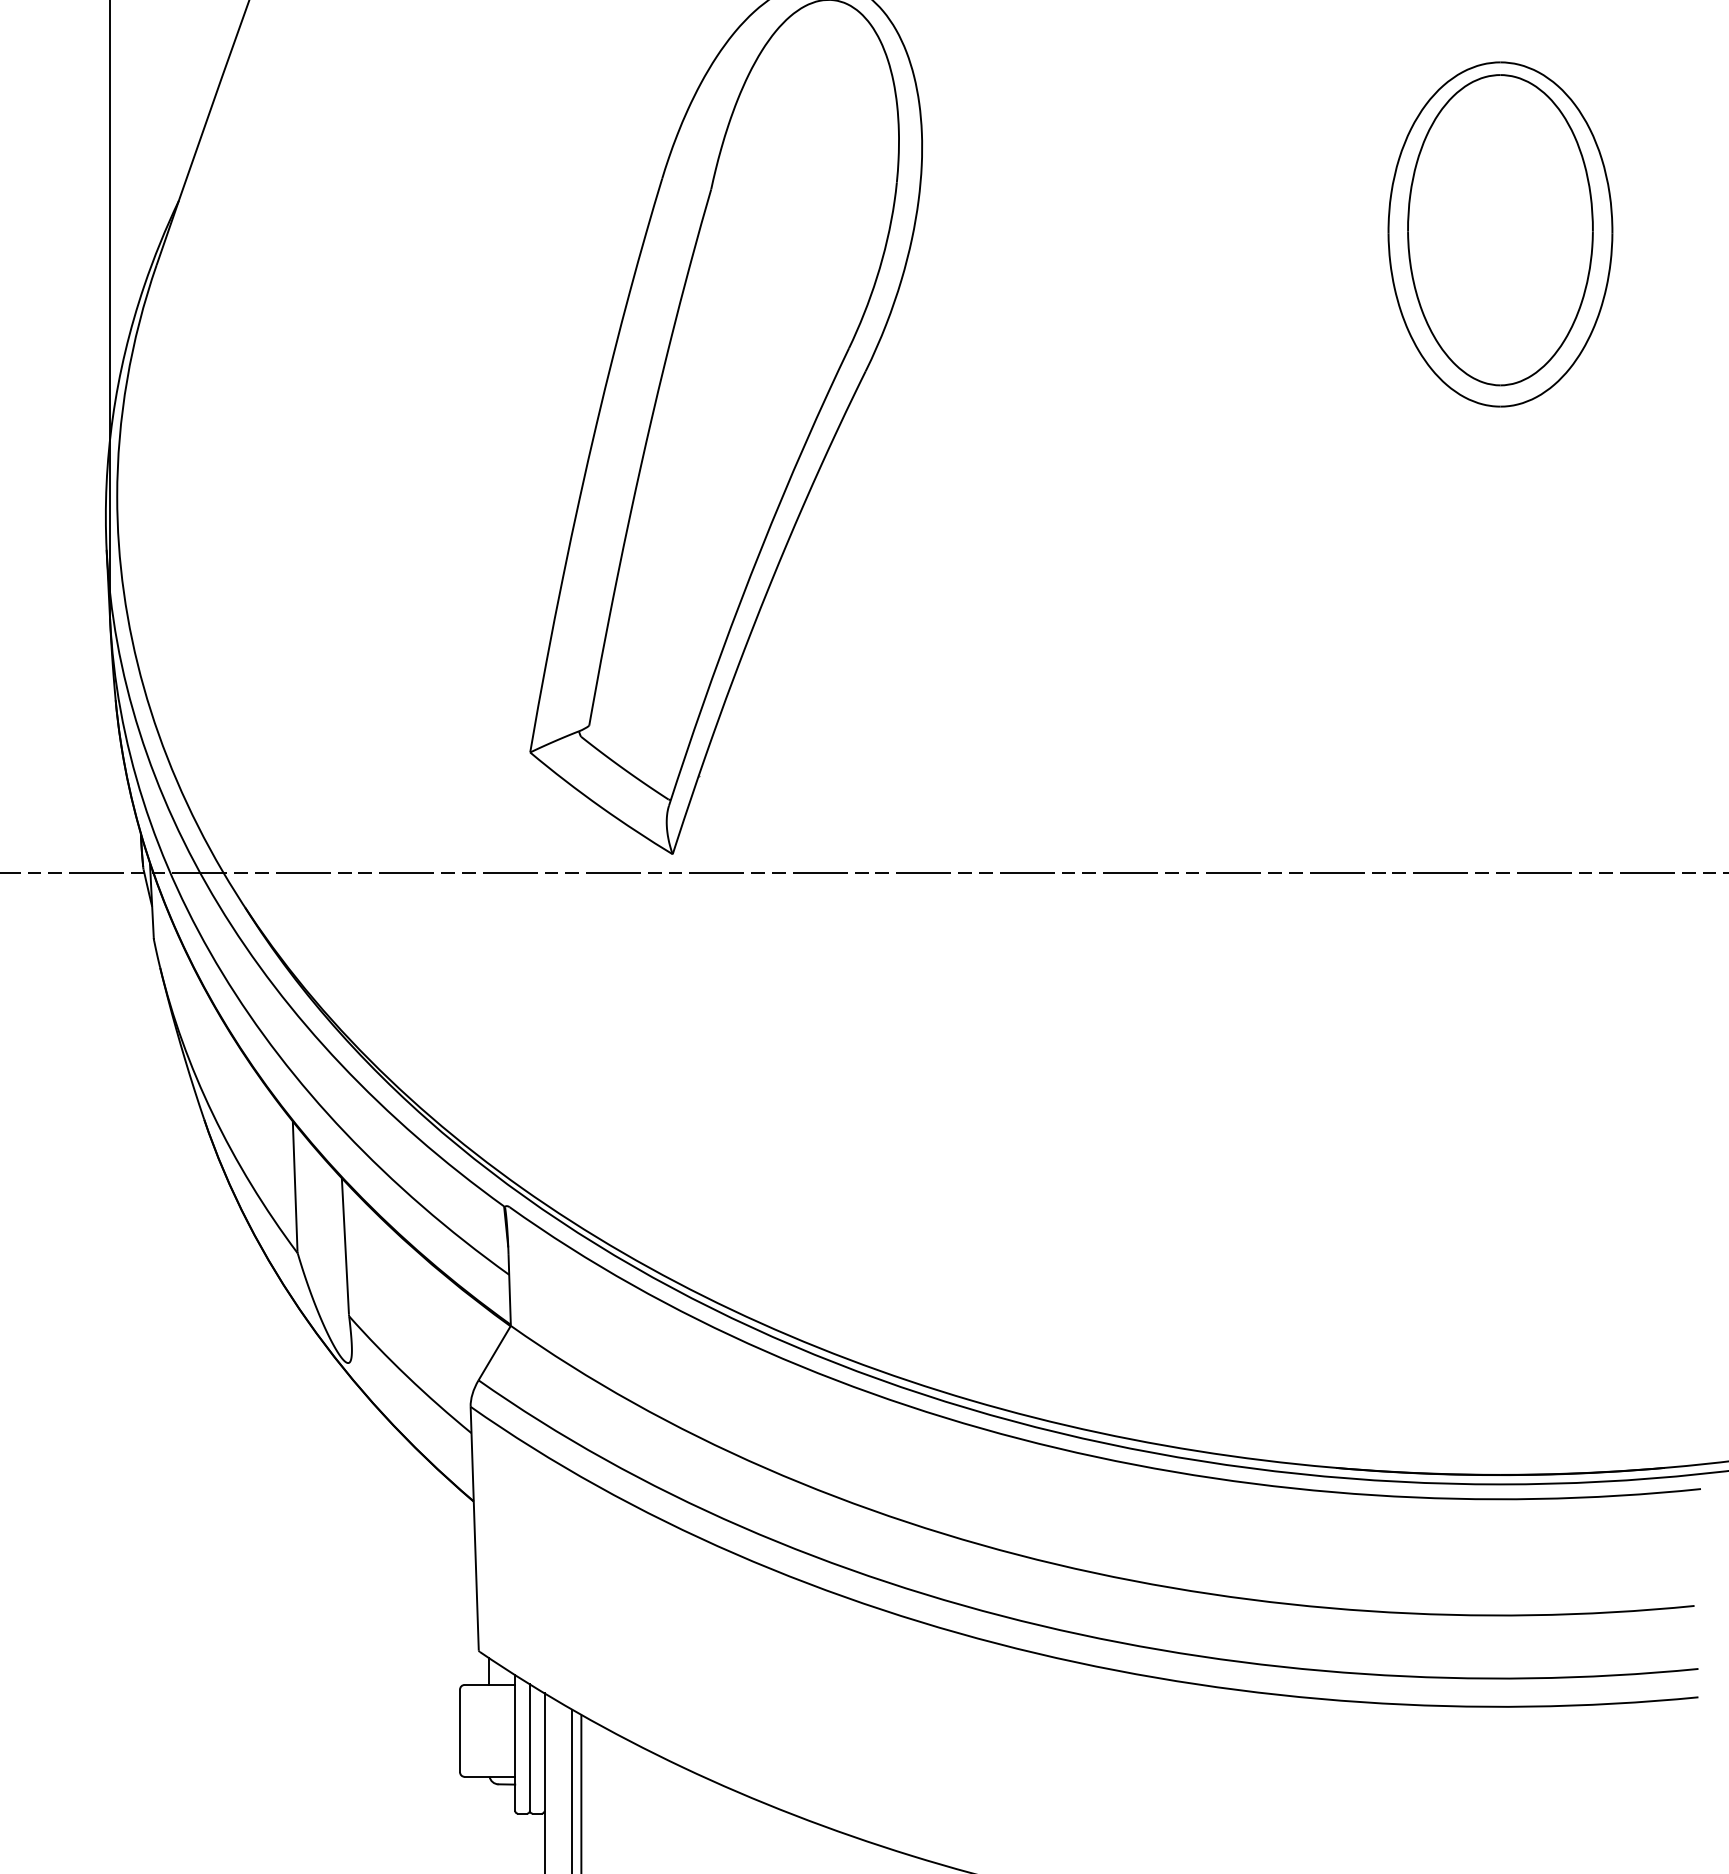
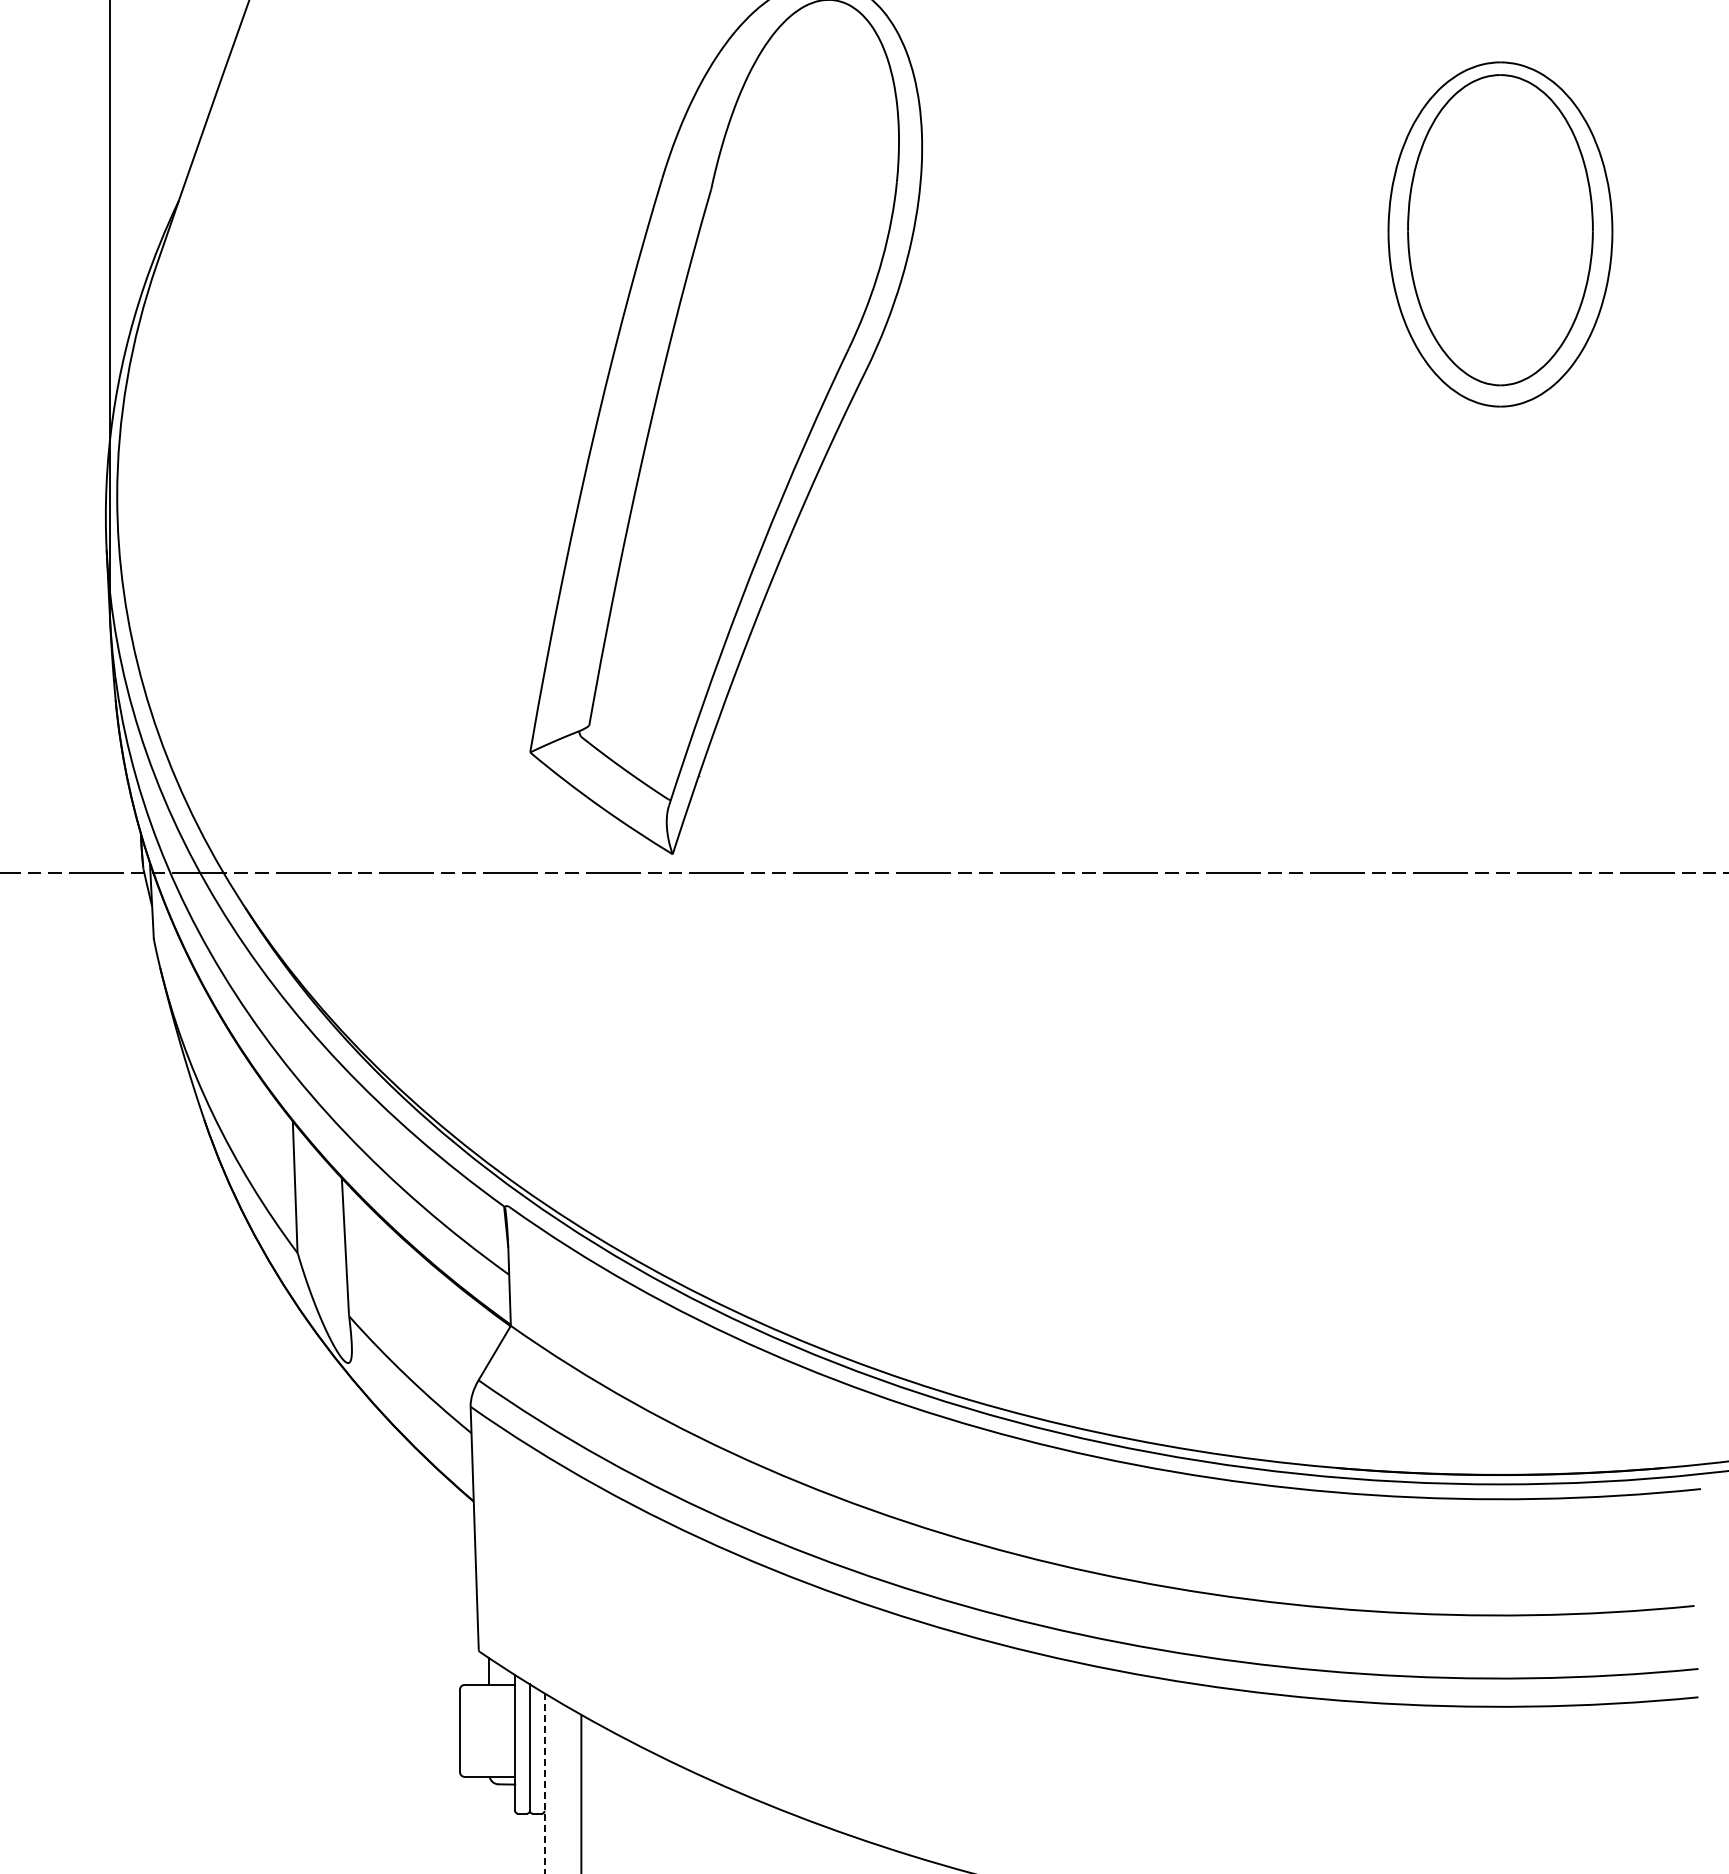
line at (544, 1783): solid -> dashed
line at (572, 1789): present -> none
